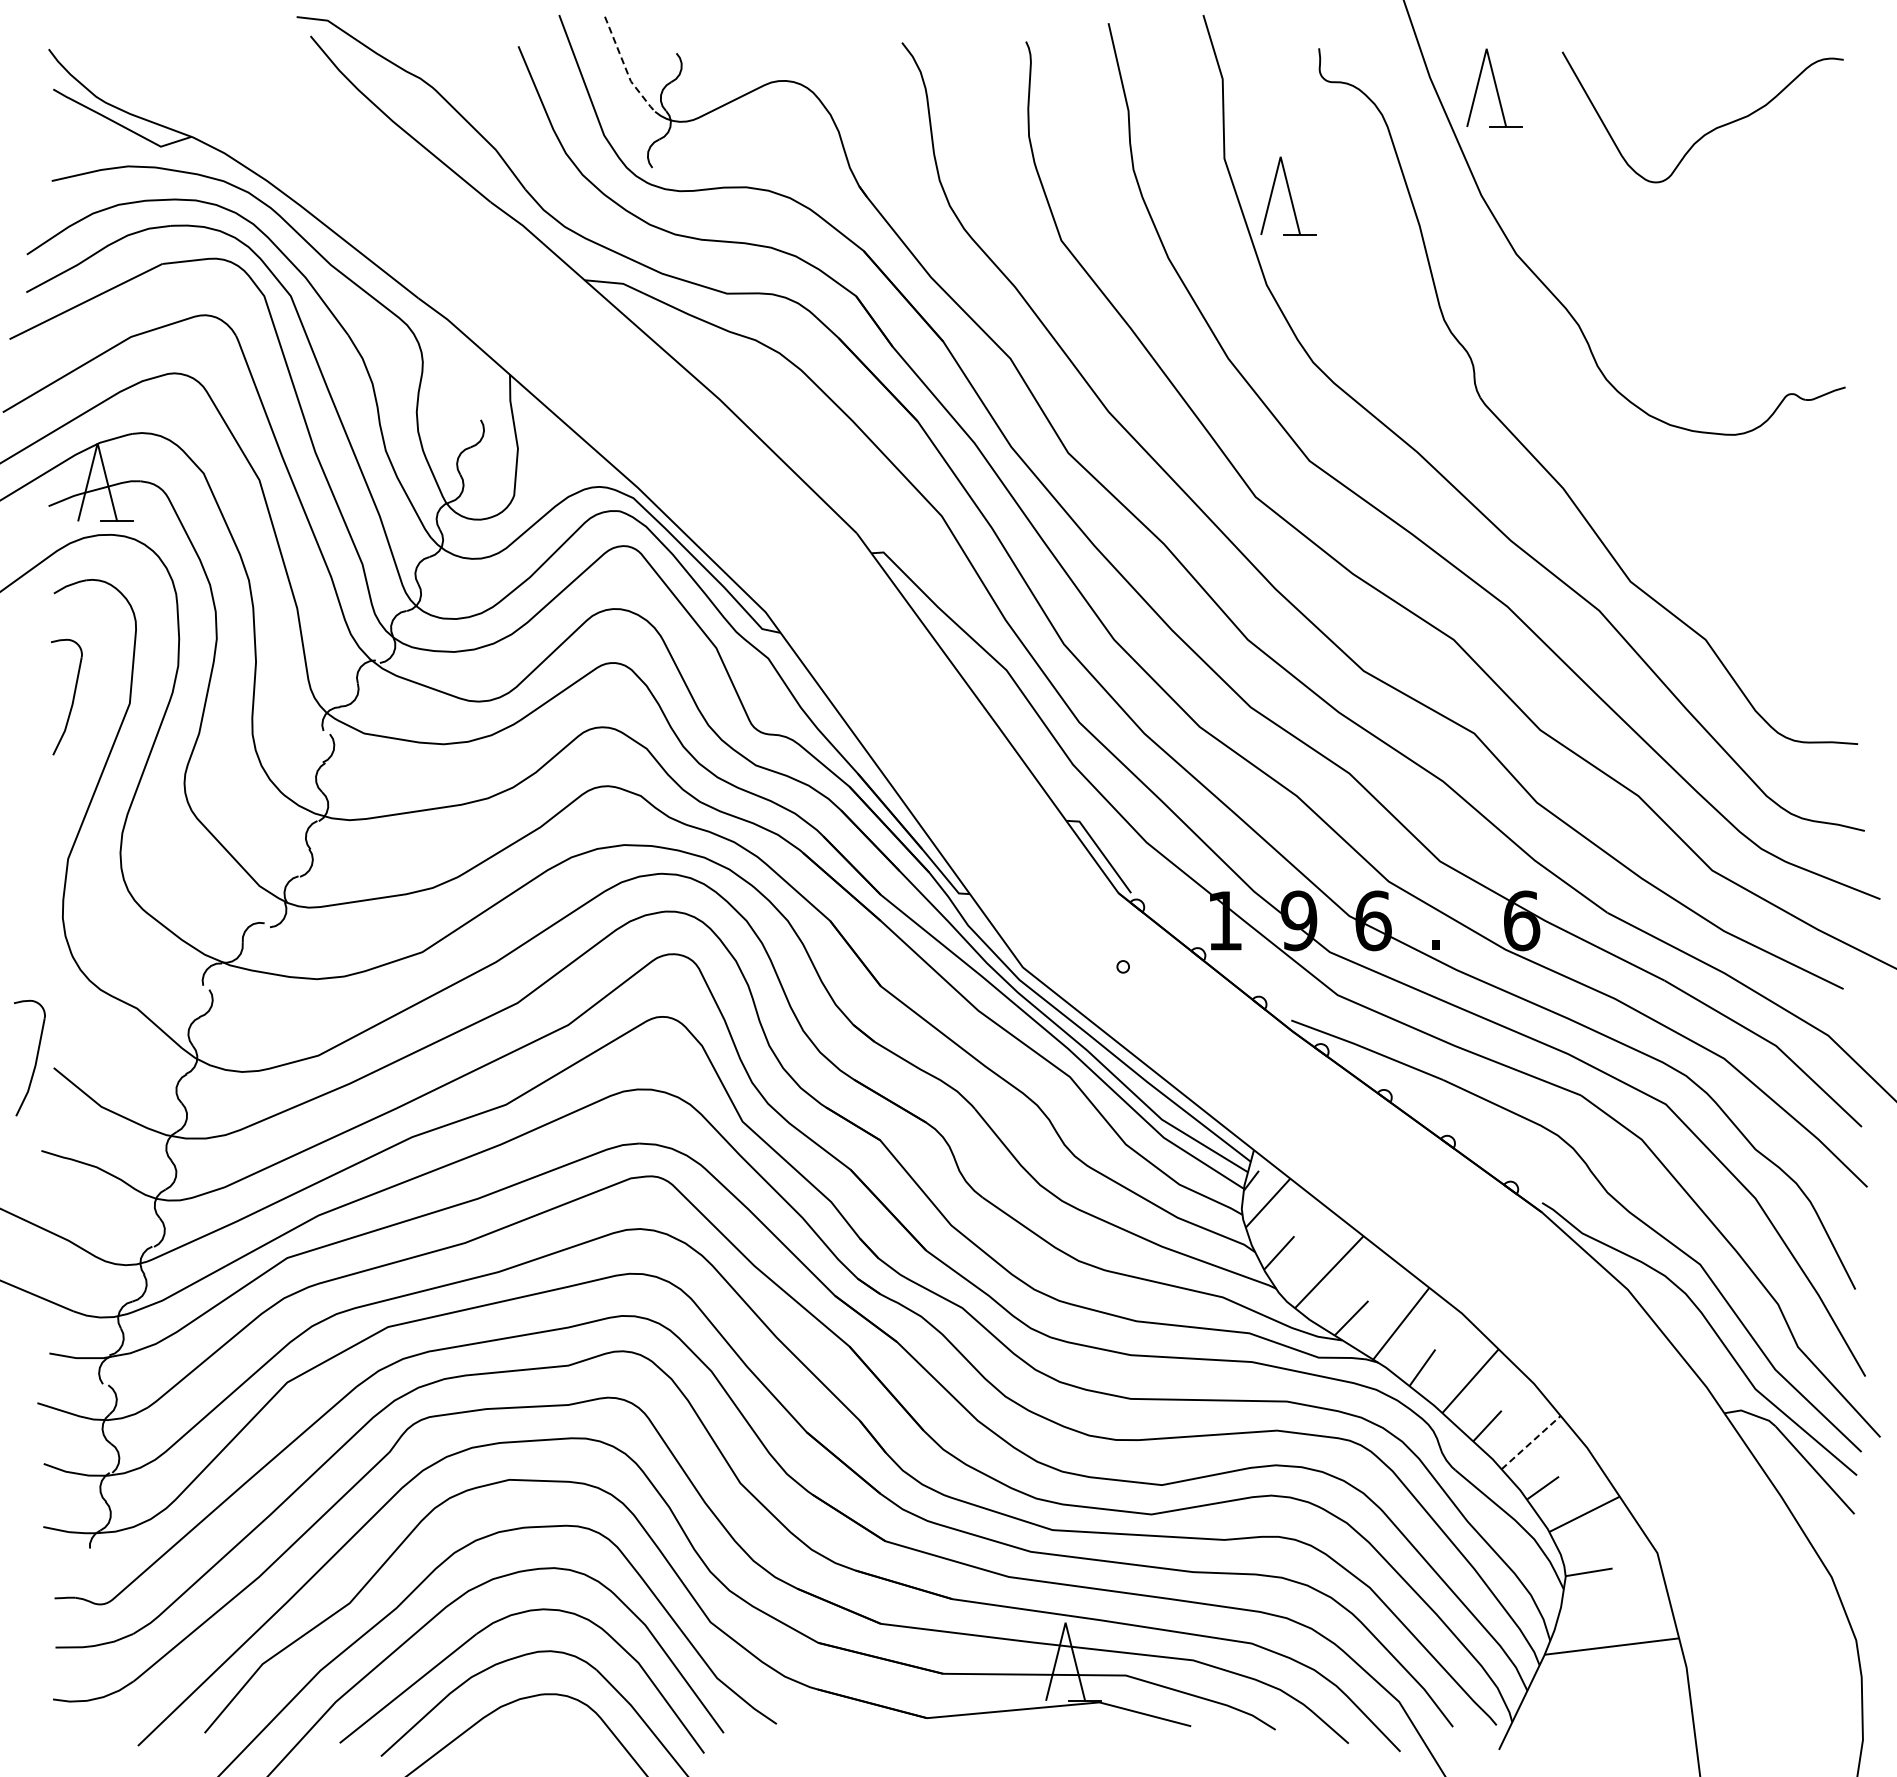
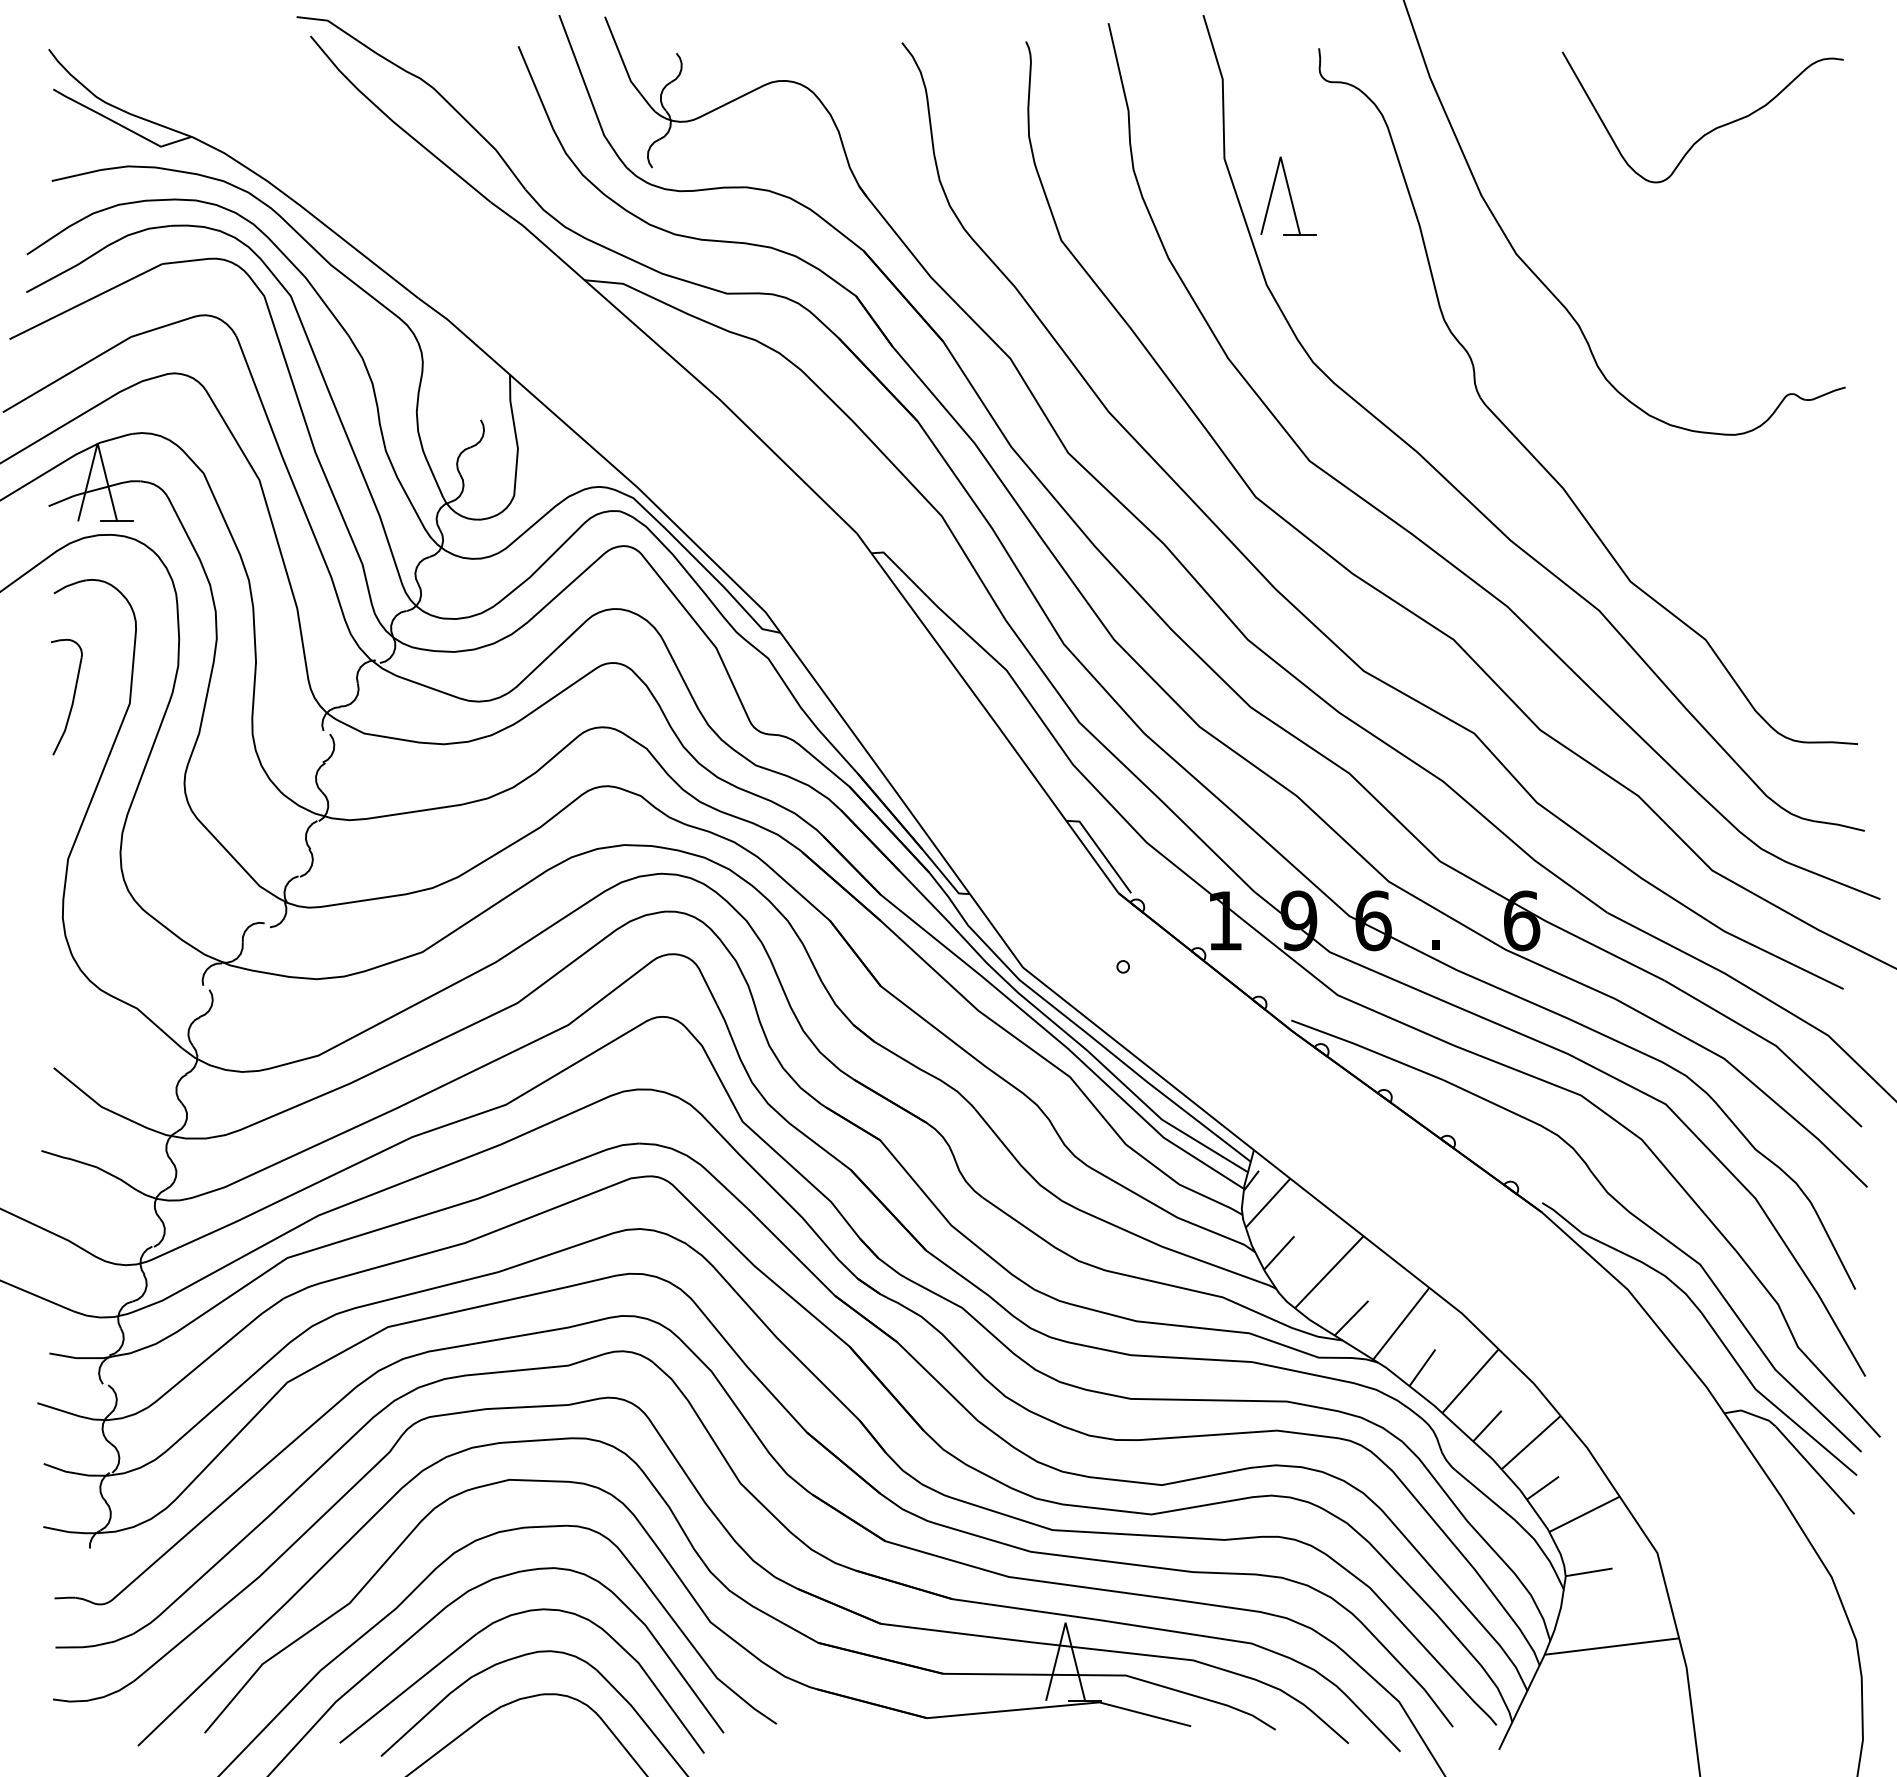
line at (625, 68): dashed -> solid
part at (1494, 87): present -> none
part at (35, 1059): present -> none
line at (1531, 1442): dashed -> solid
